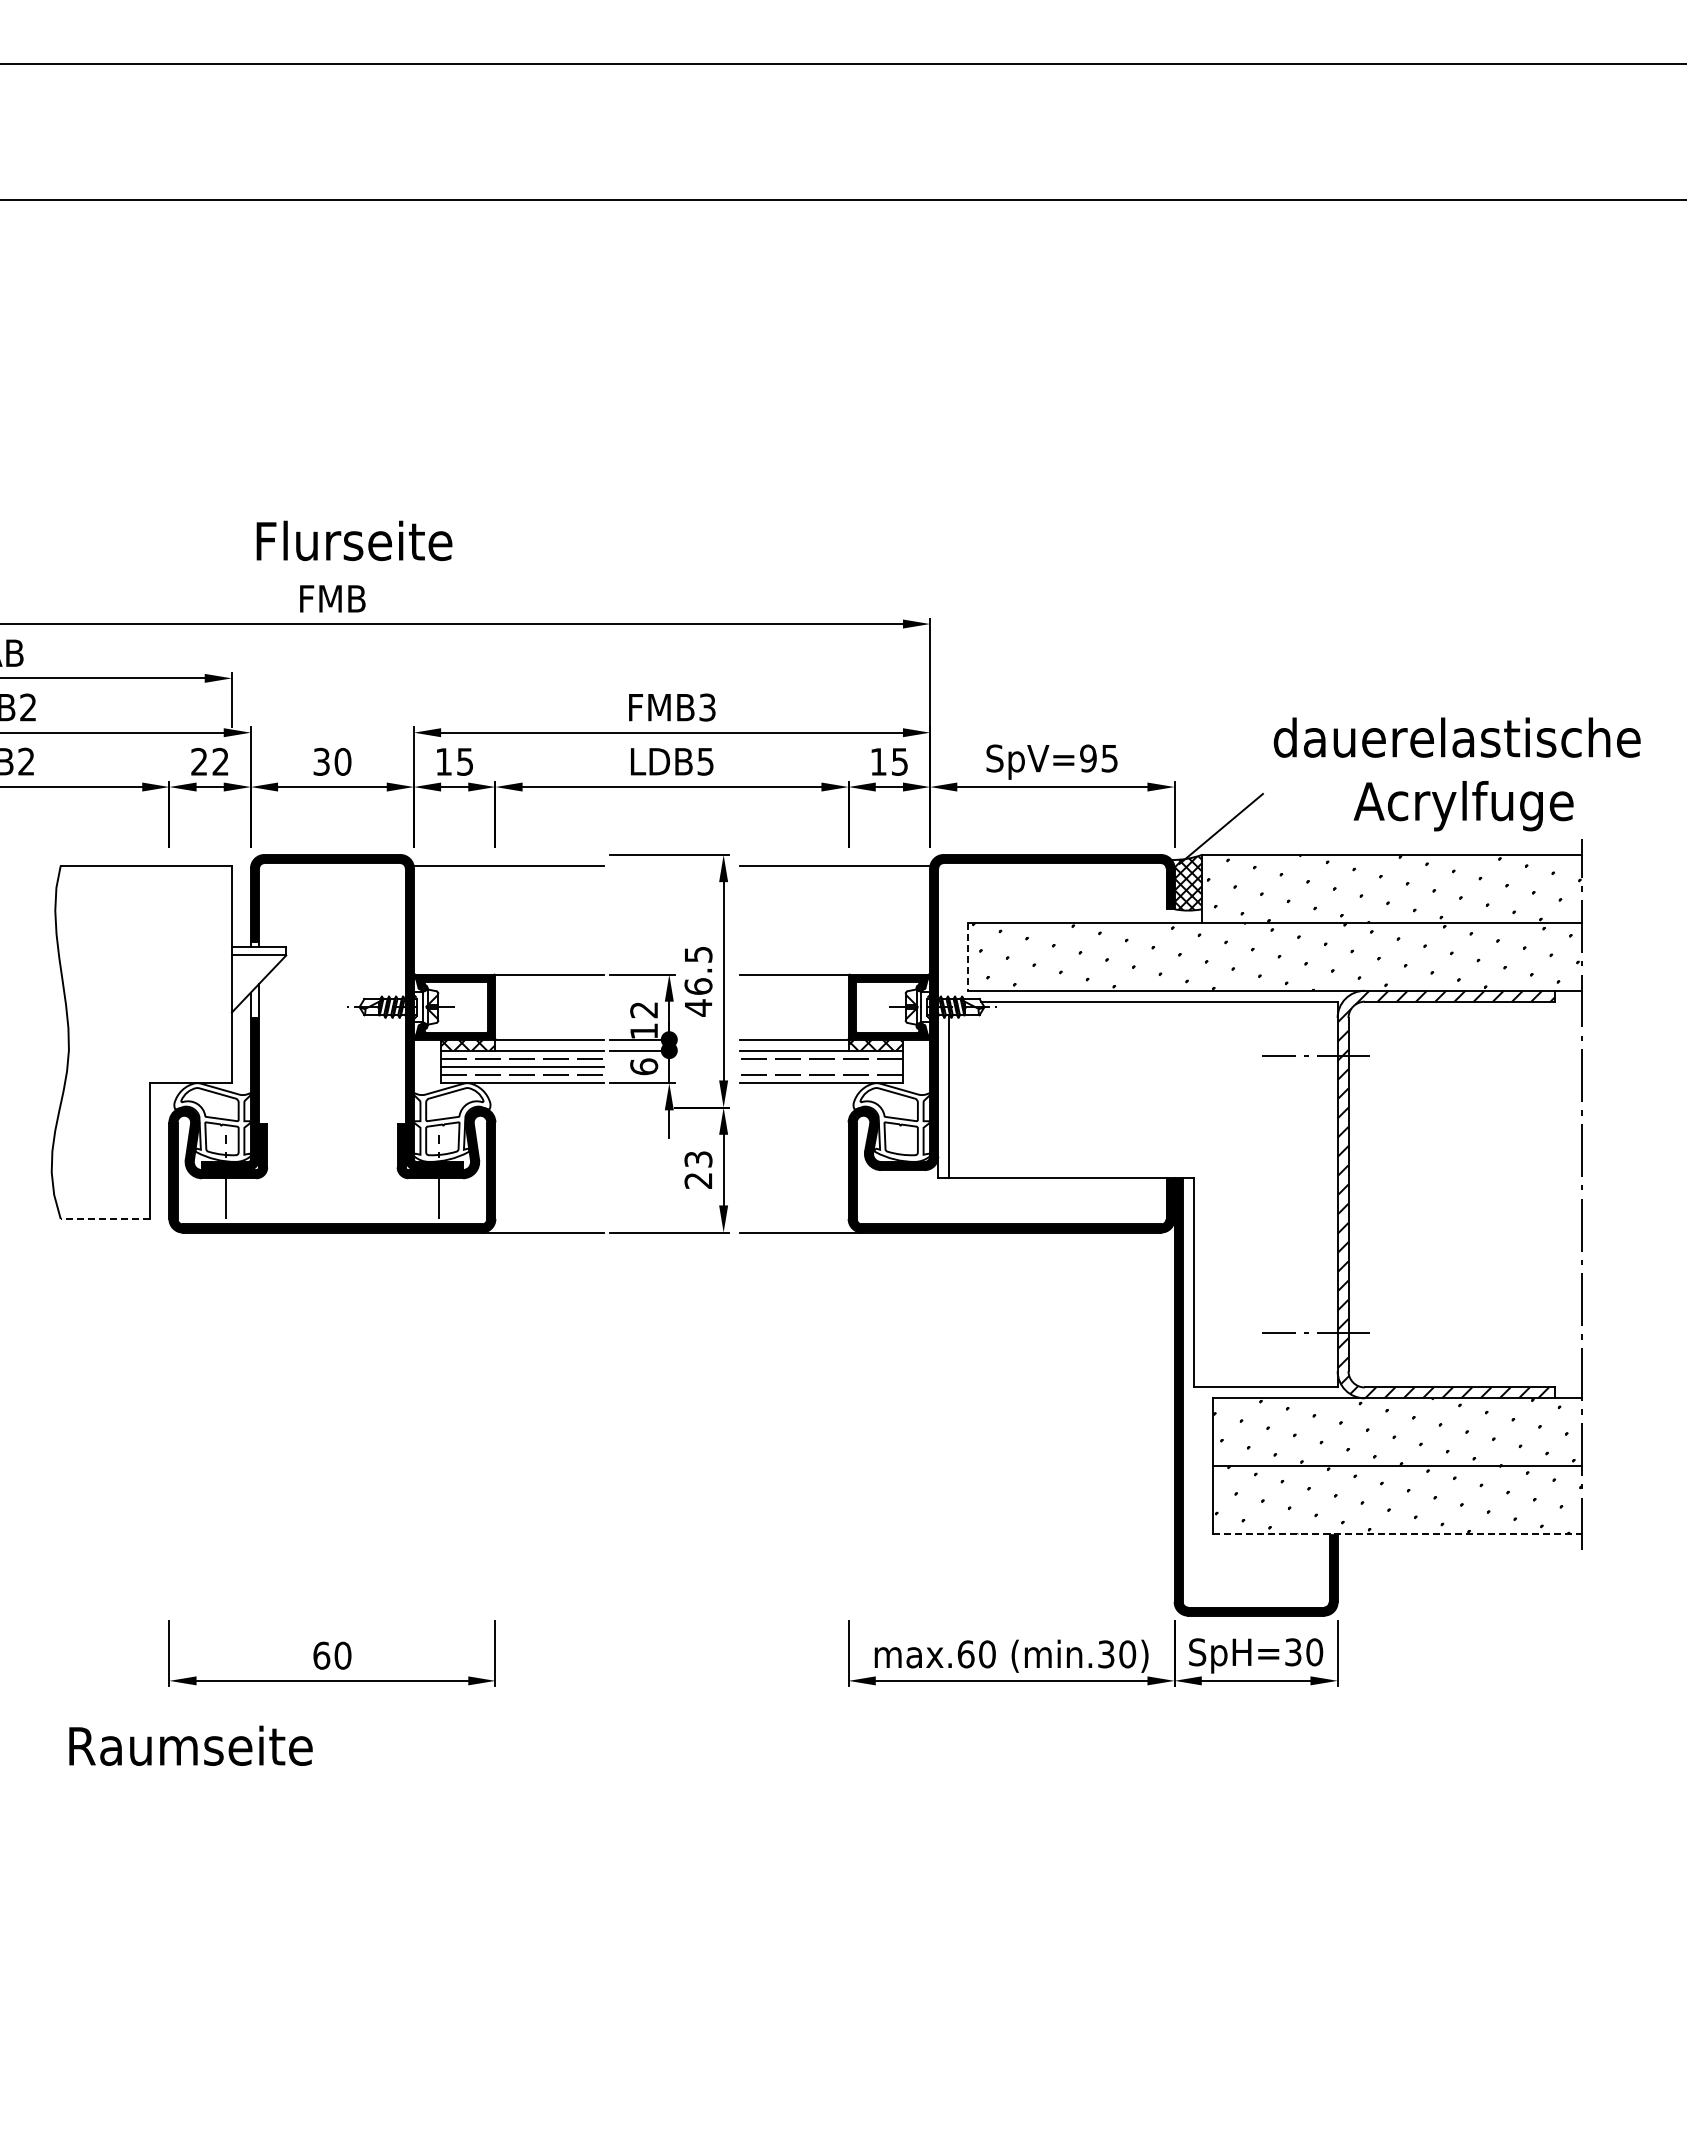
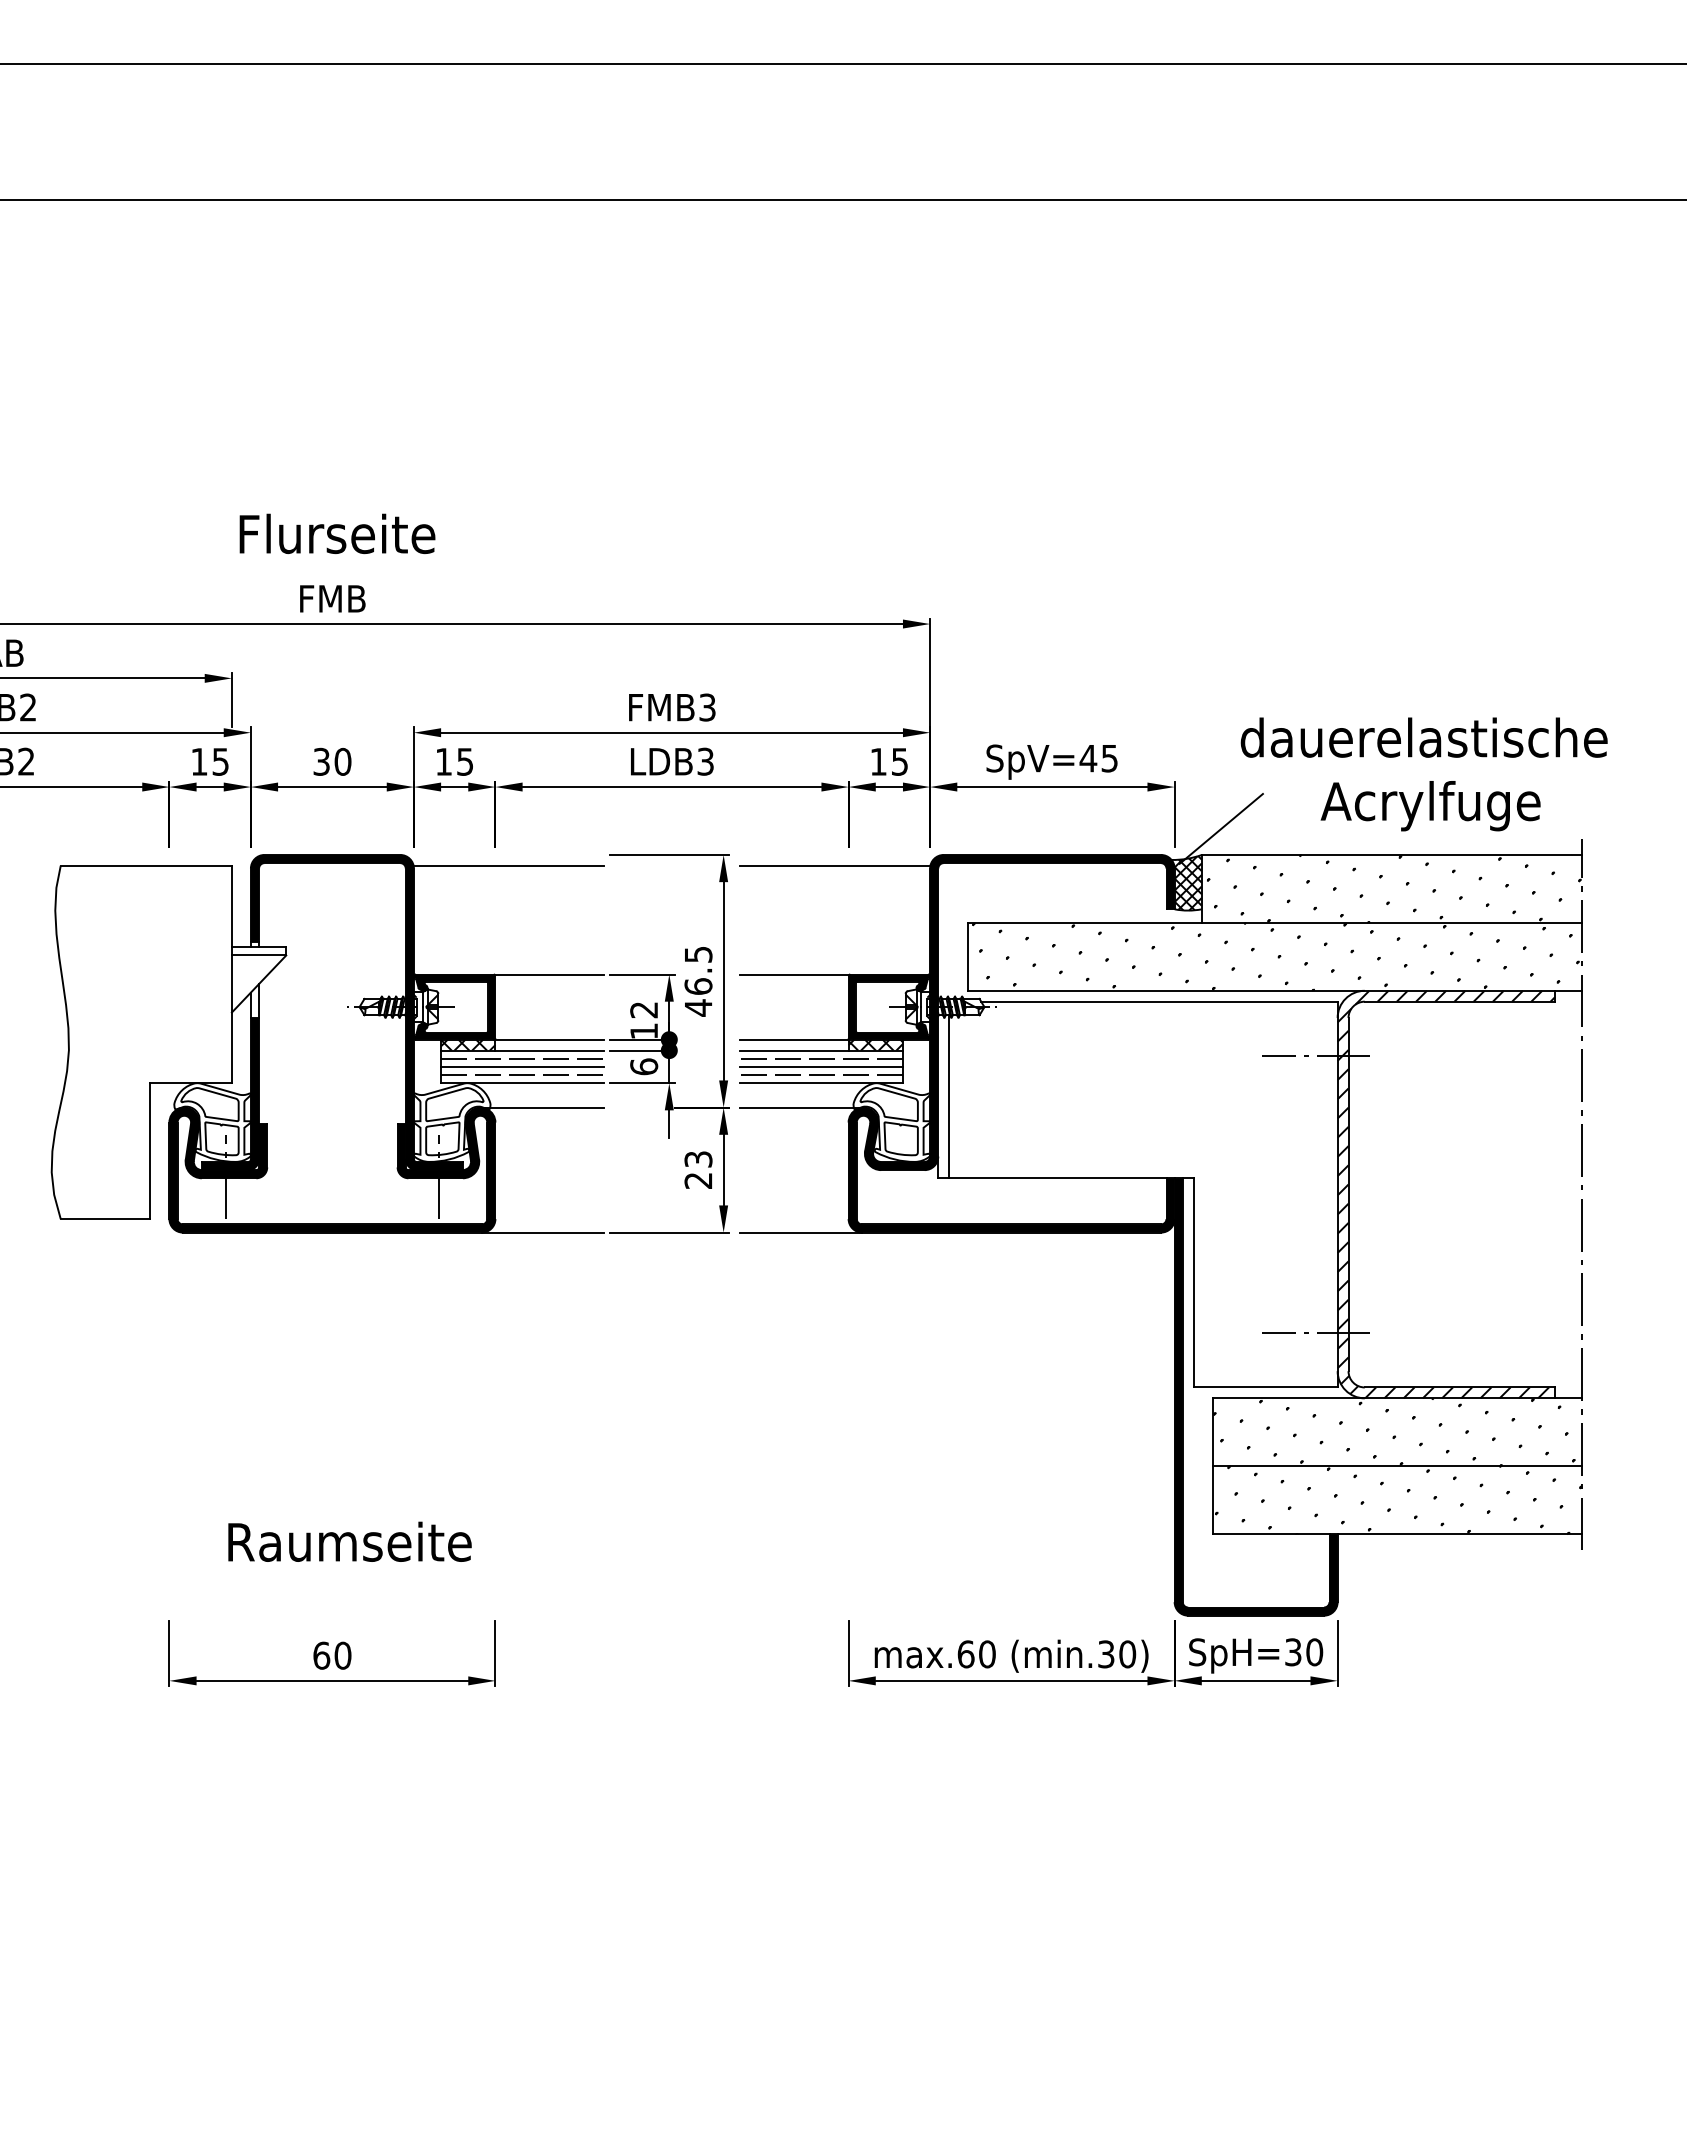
text at (354, 540) position: (354, 540) -> (337, 533)
text at (1088, 758): SpV=95 -> SpV=45
text at (209, 761): 22 -> 15
text at (705, 761): LDB5 -> LDB3
text at (1456, 774) position: (1456, 774) -> (1423, 774)
line at (968, 956): dashed -> solid
line at (820, 1066): none -> present
line at (542, 1107): none -> present
line at (801, 1107): none -> present
line at (105, 1219): dashed -> solid
line at (1397, 1534): dashed -> solid
text at (190, 1745) position: (190, 1745) -> (349, 1541)
